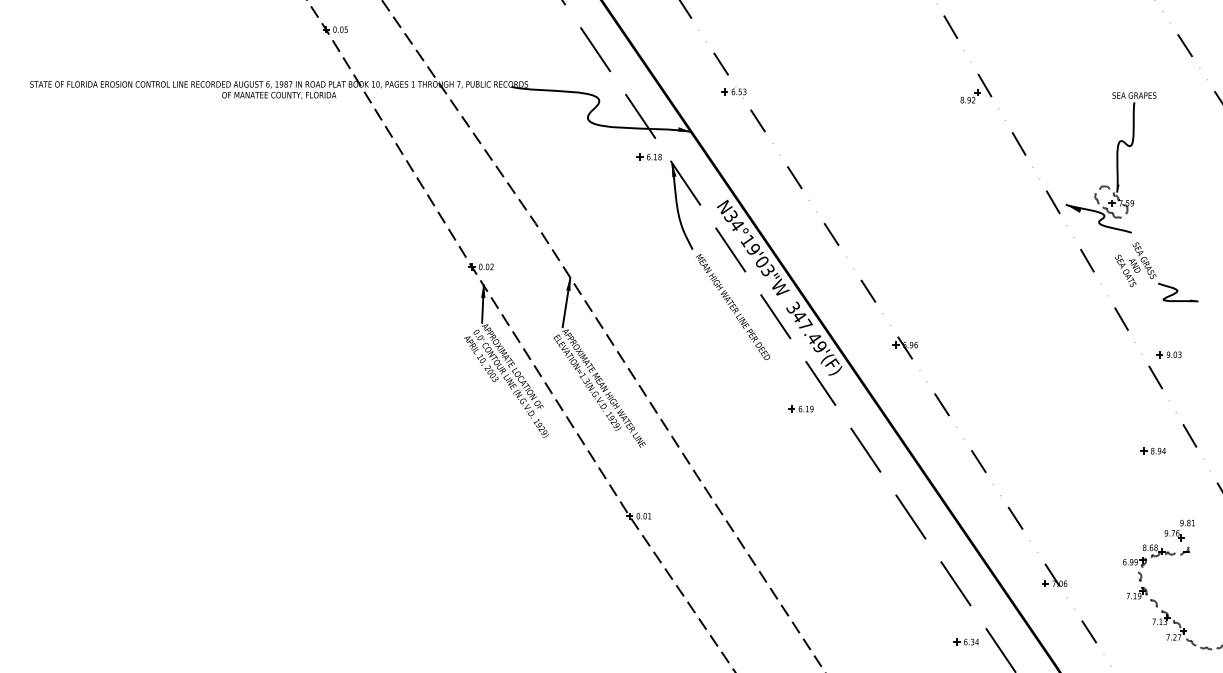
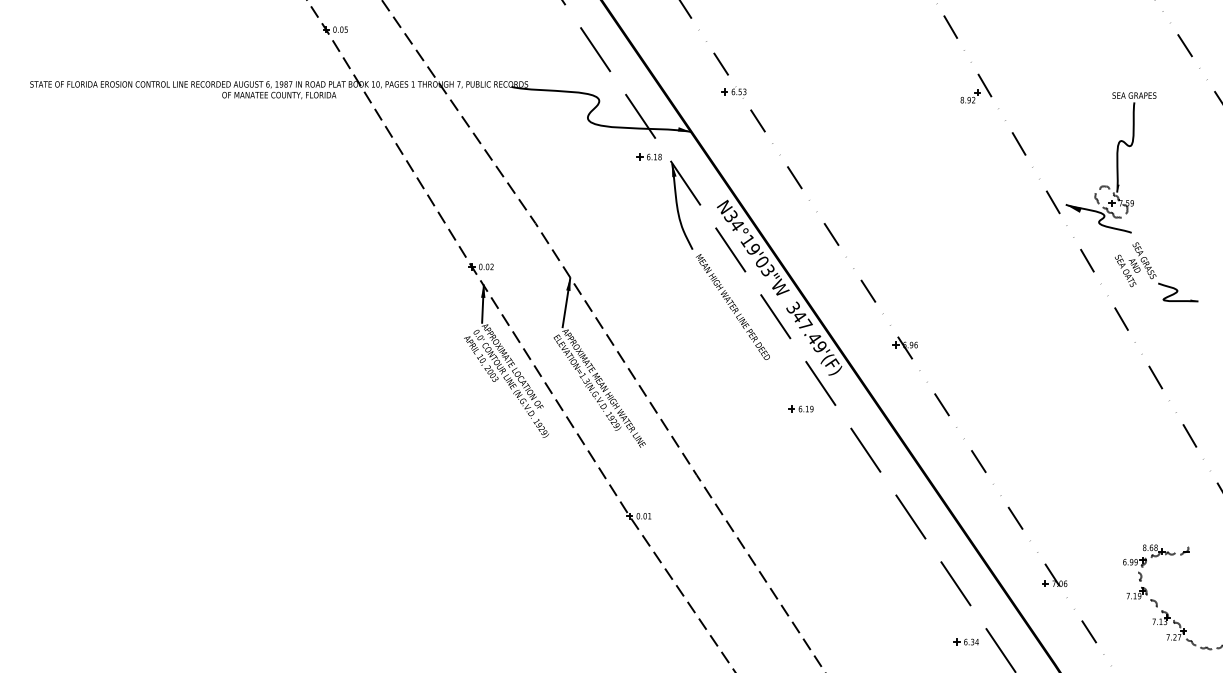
part at (1168, 354): present -> none
part at (1152, 450): present -> none
part at (1179, 530): present -> none
